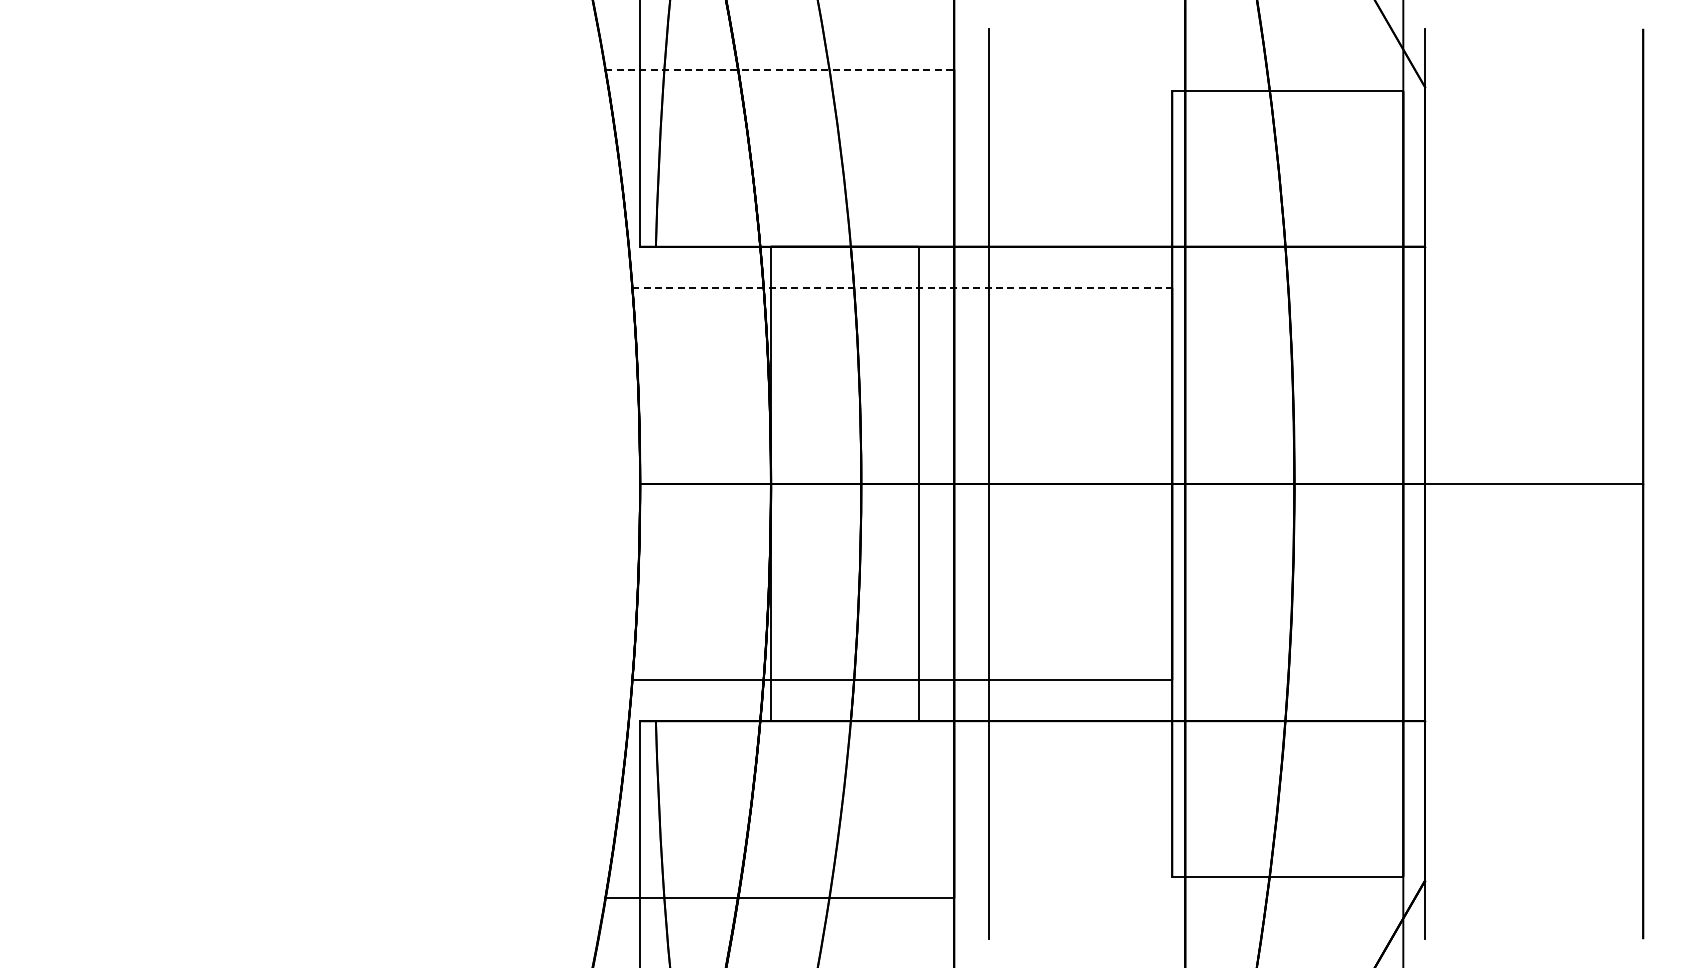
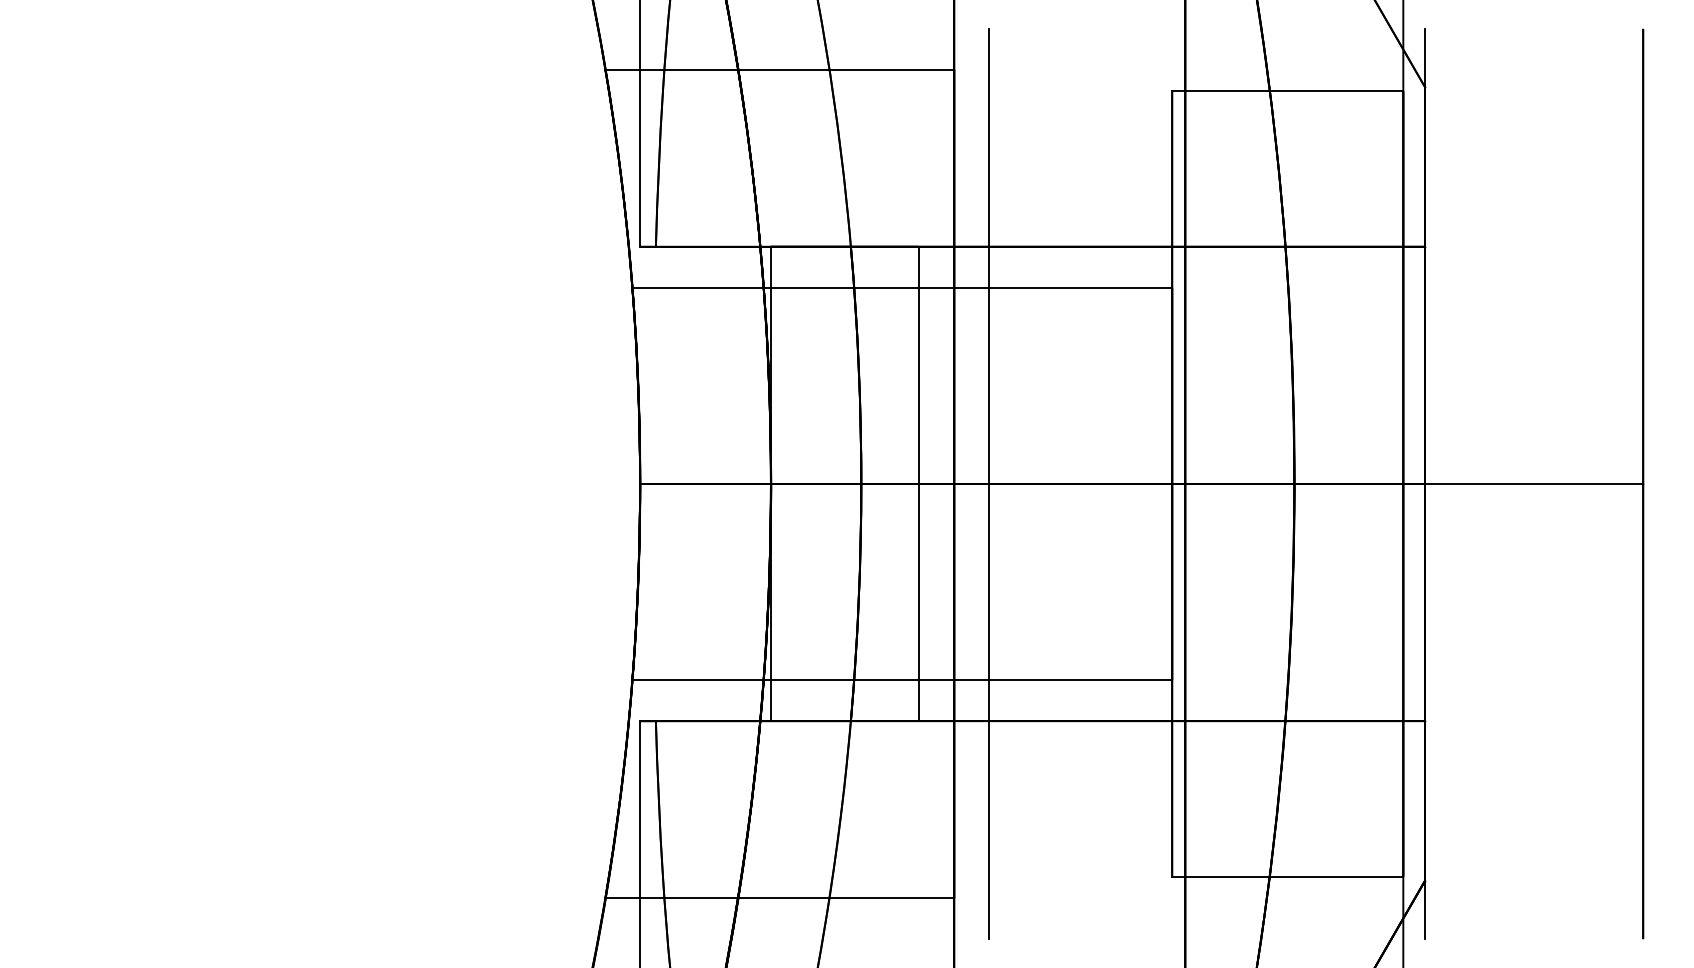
line at (780, 69): dashed -> solid
line at (902, 287): dashed -> solid
